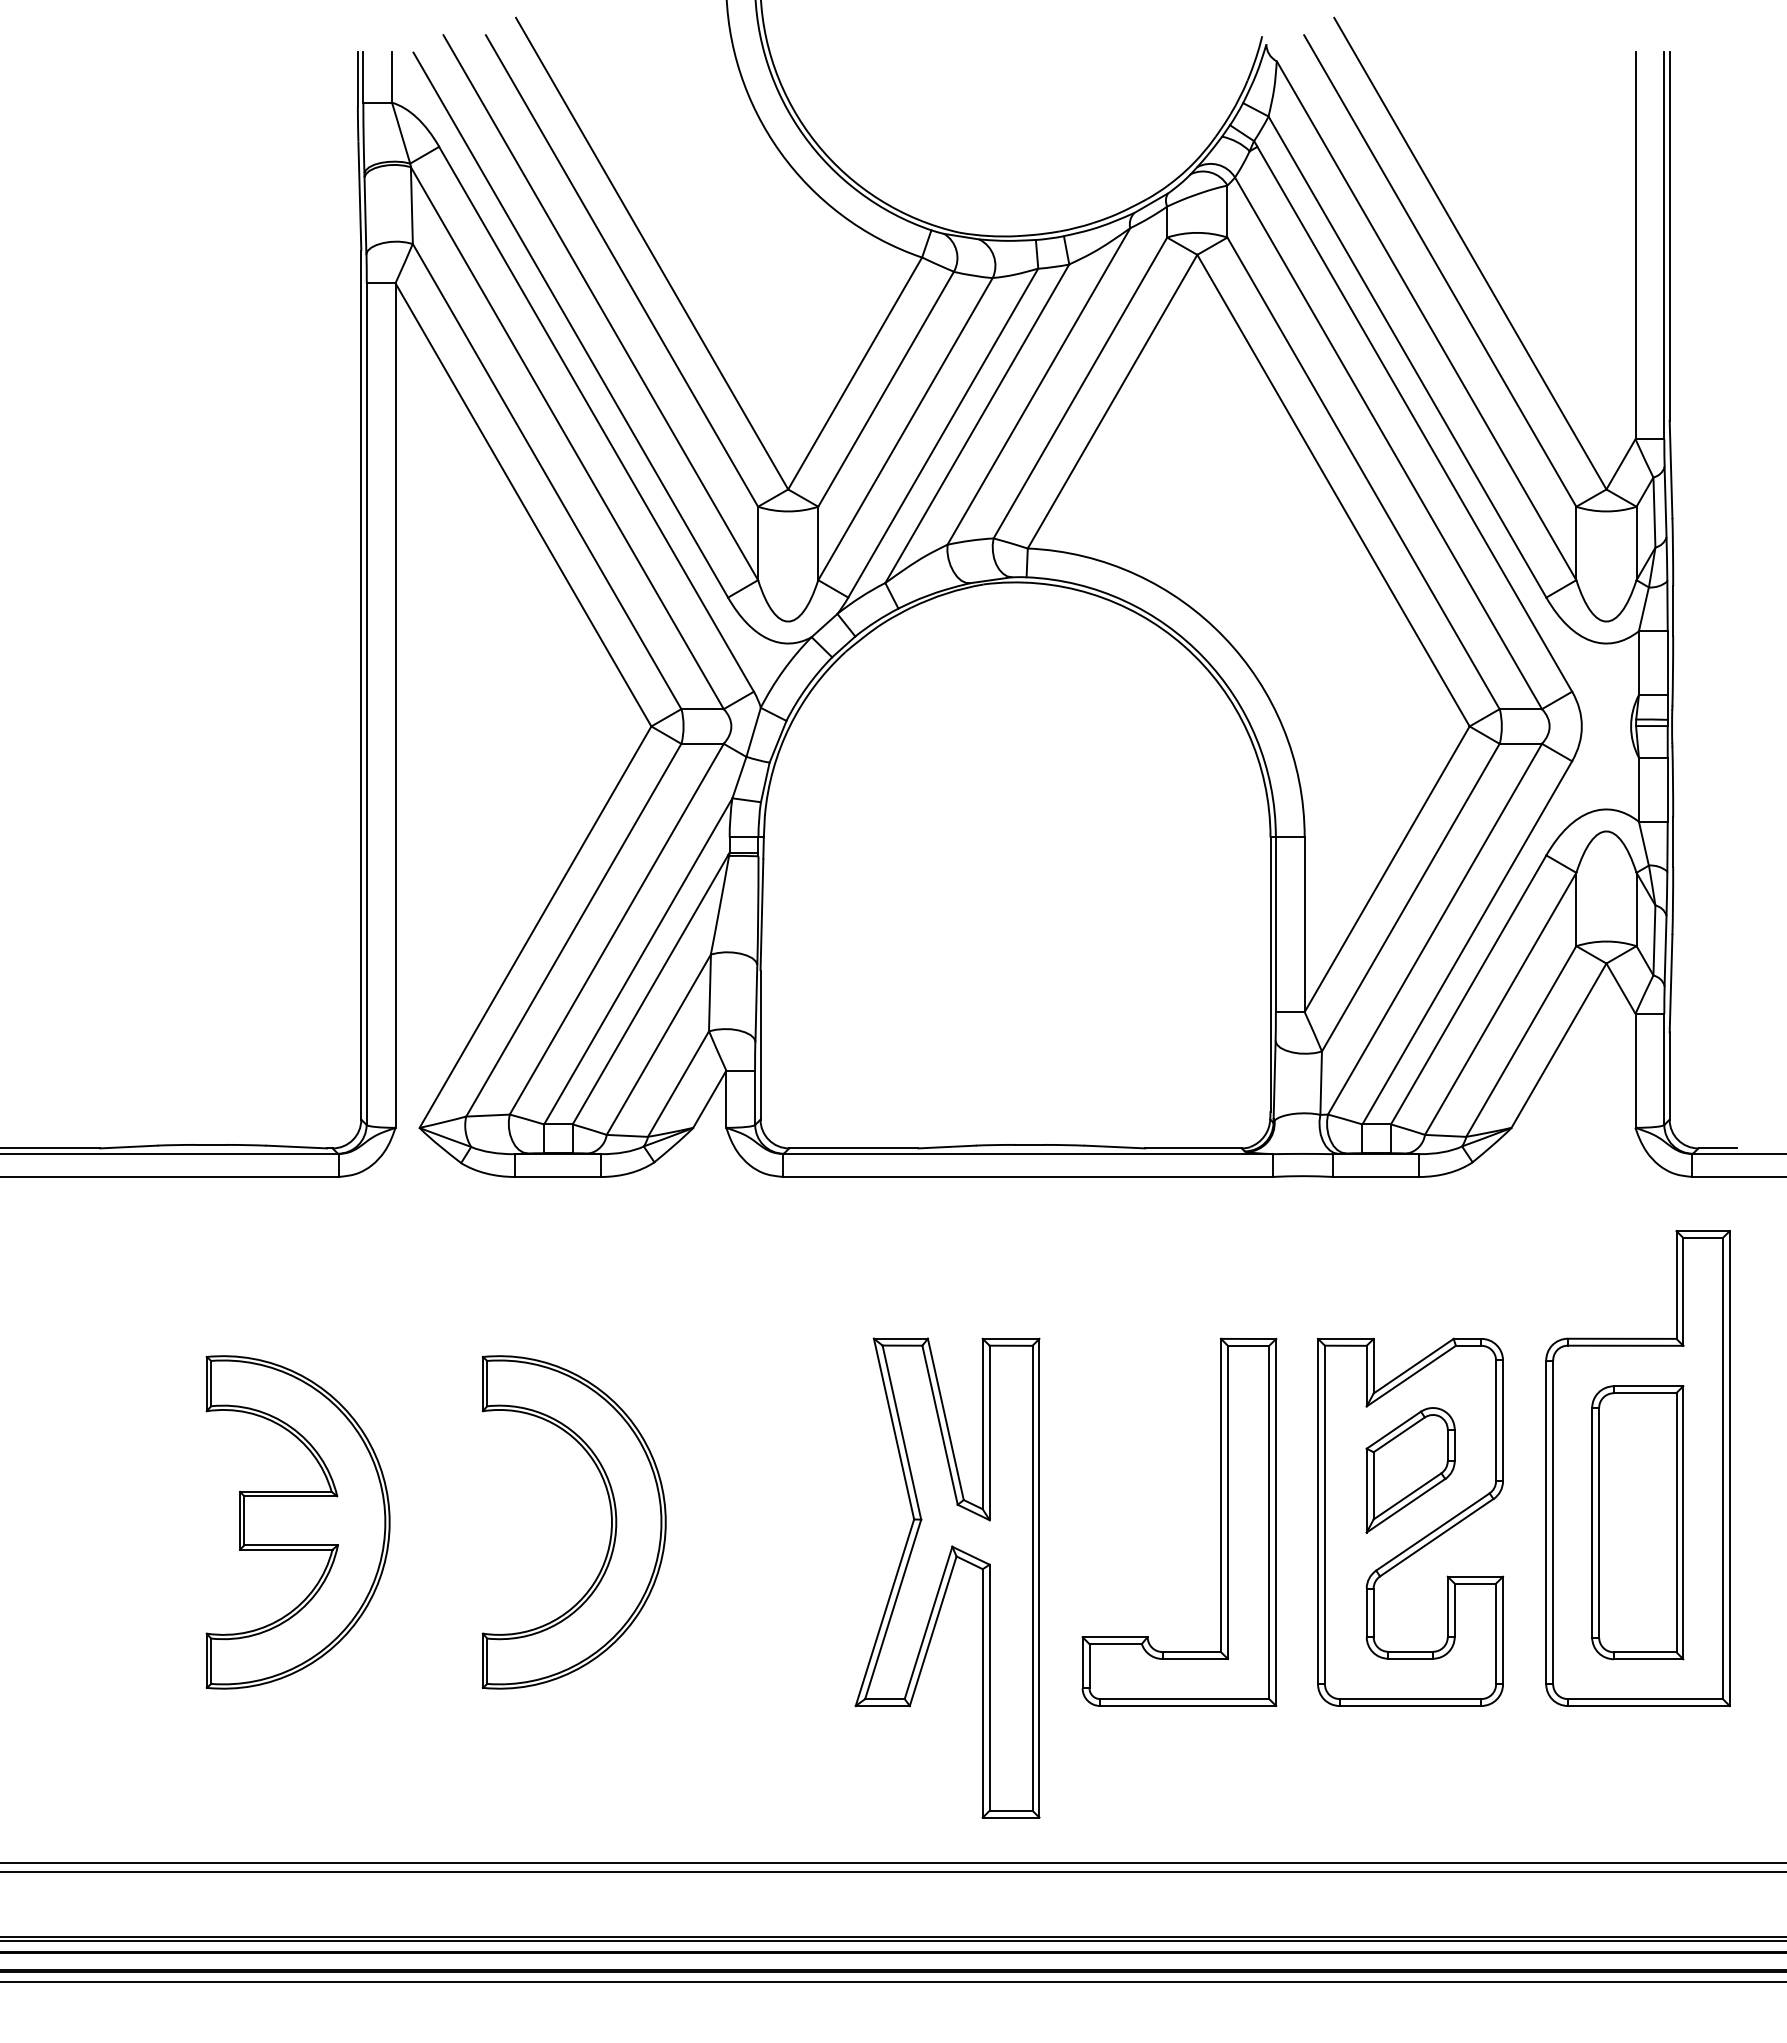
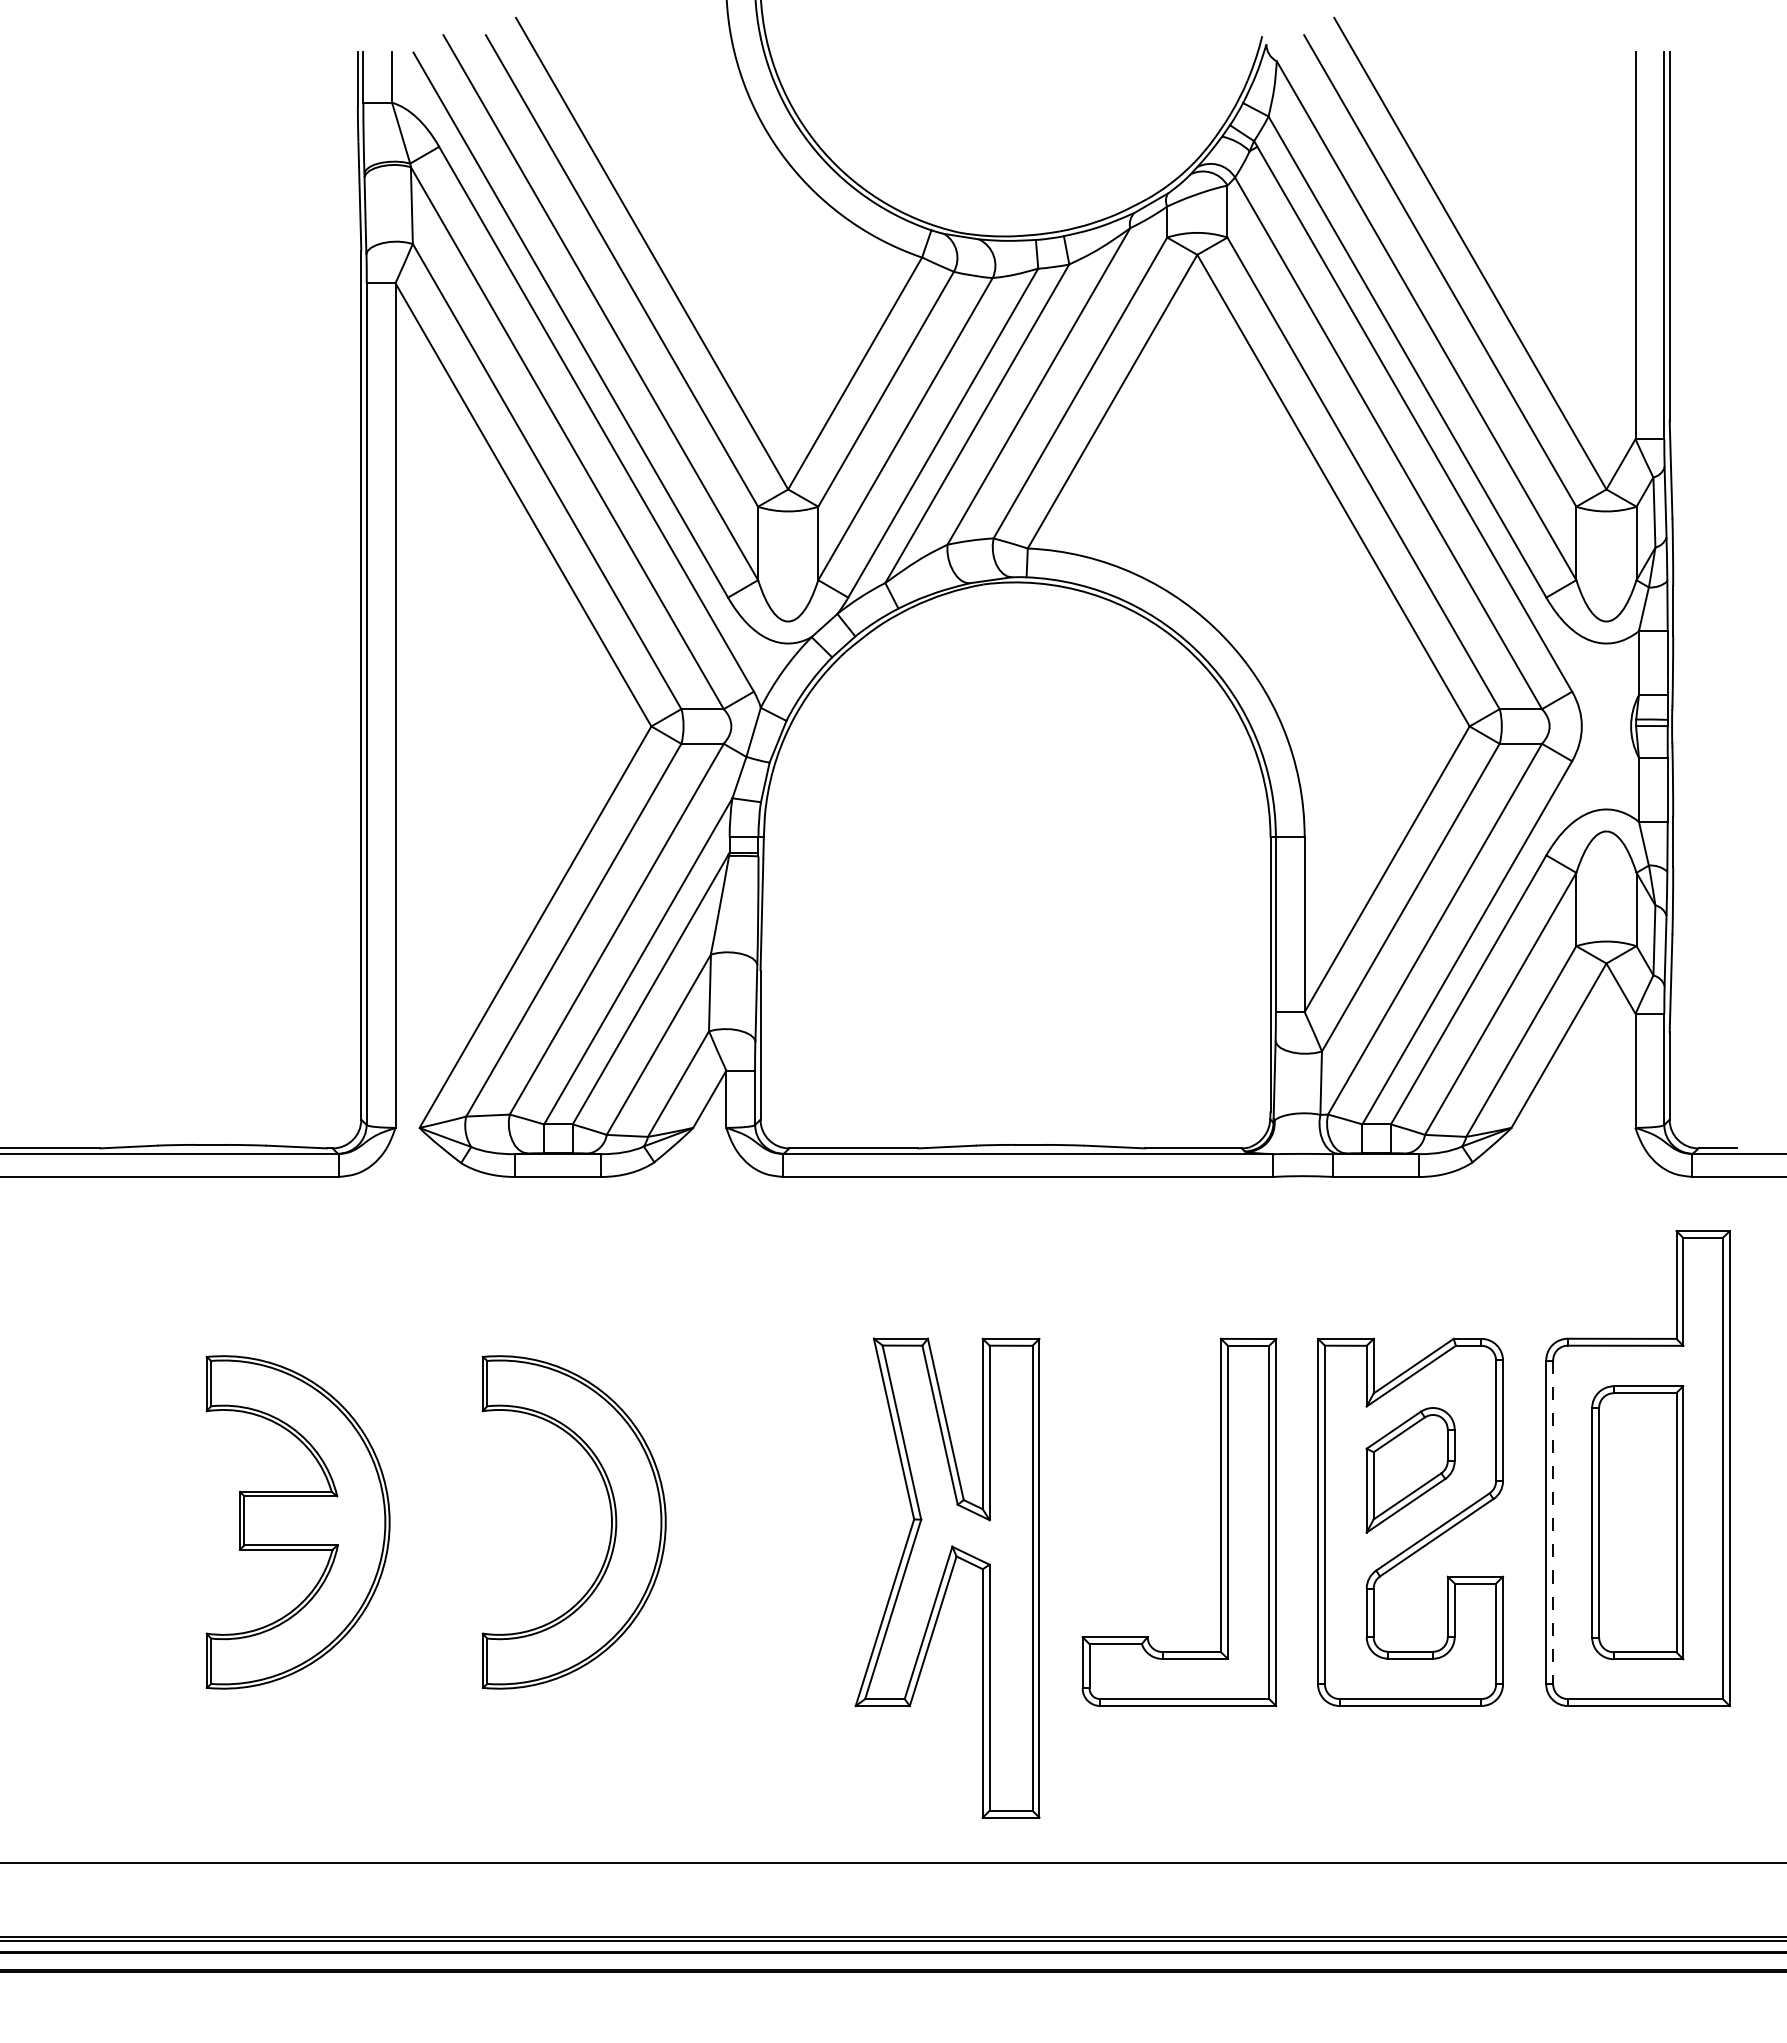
line at (1553, 1522): solid -> dashed
line at (892, 1871): present -> none
line at (892, 1981): present -> none
